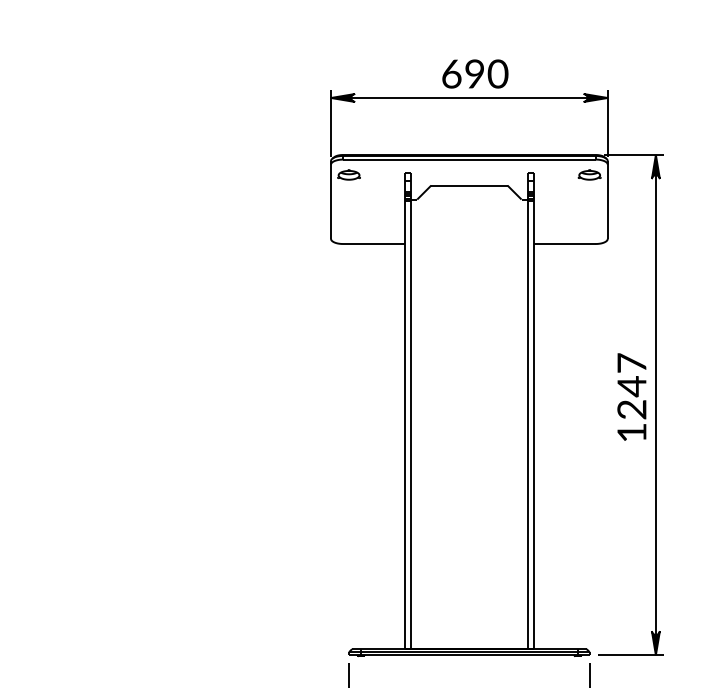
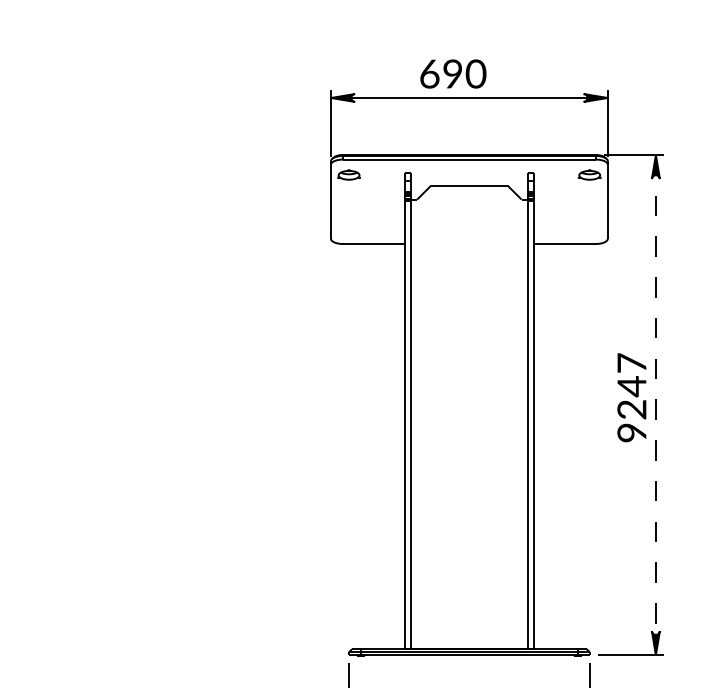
text at (475, 73) position: (475, 73) -> (453, 73)
line at (655, 405): solid -> dashed
text at (631, 432): 1247 -> 9247
